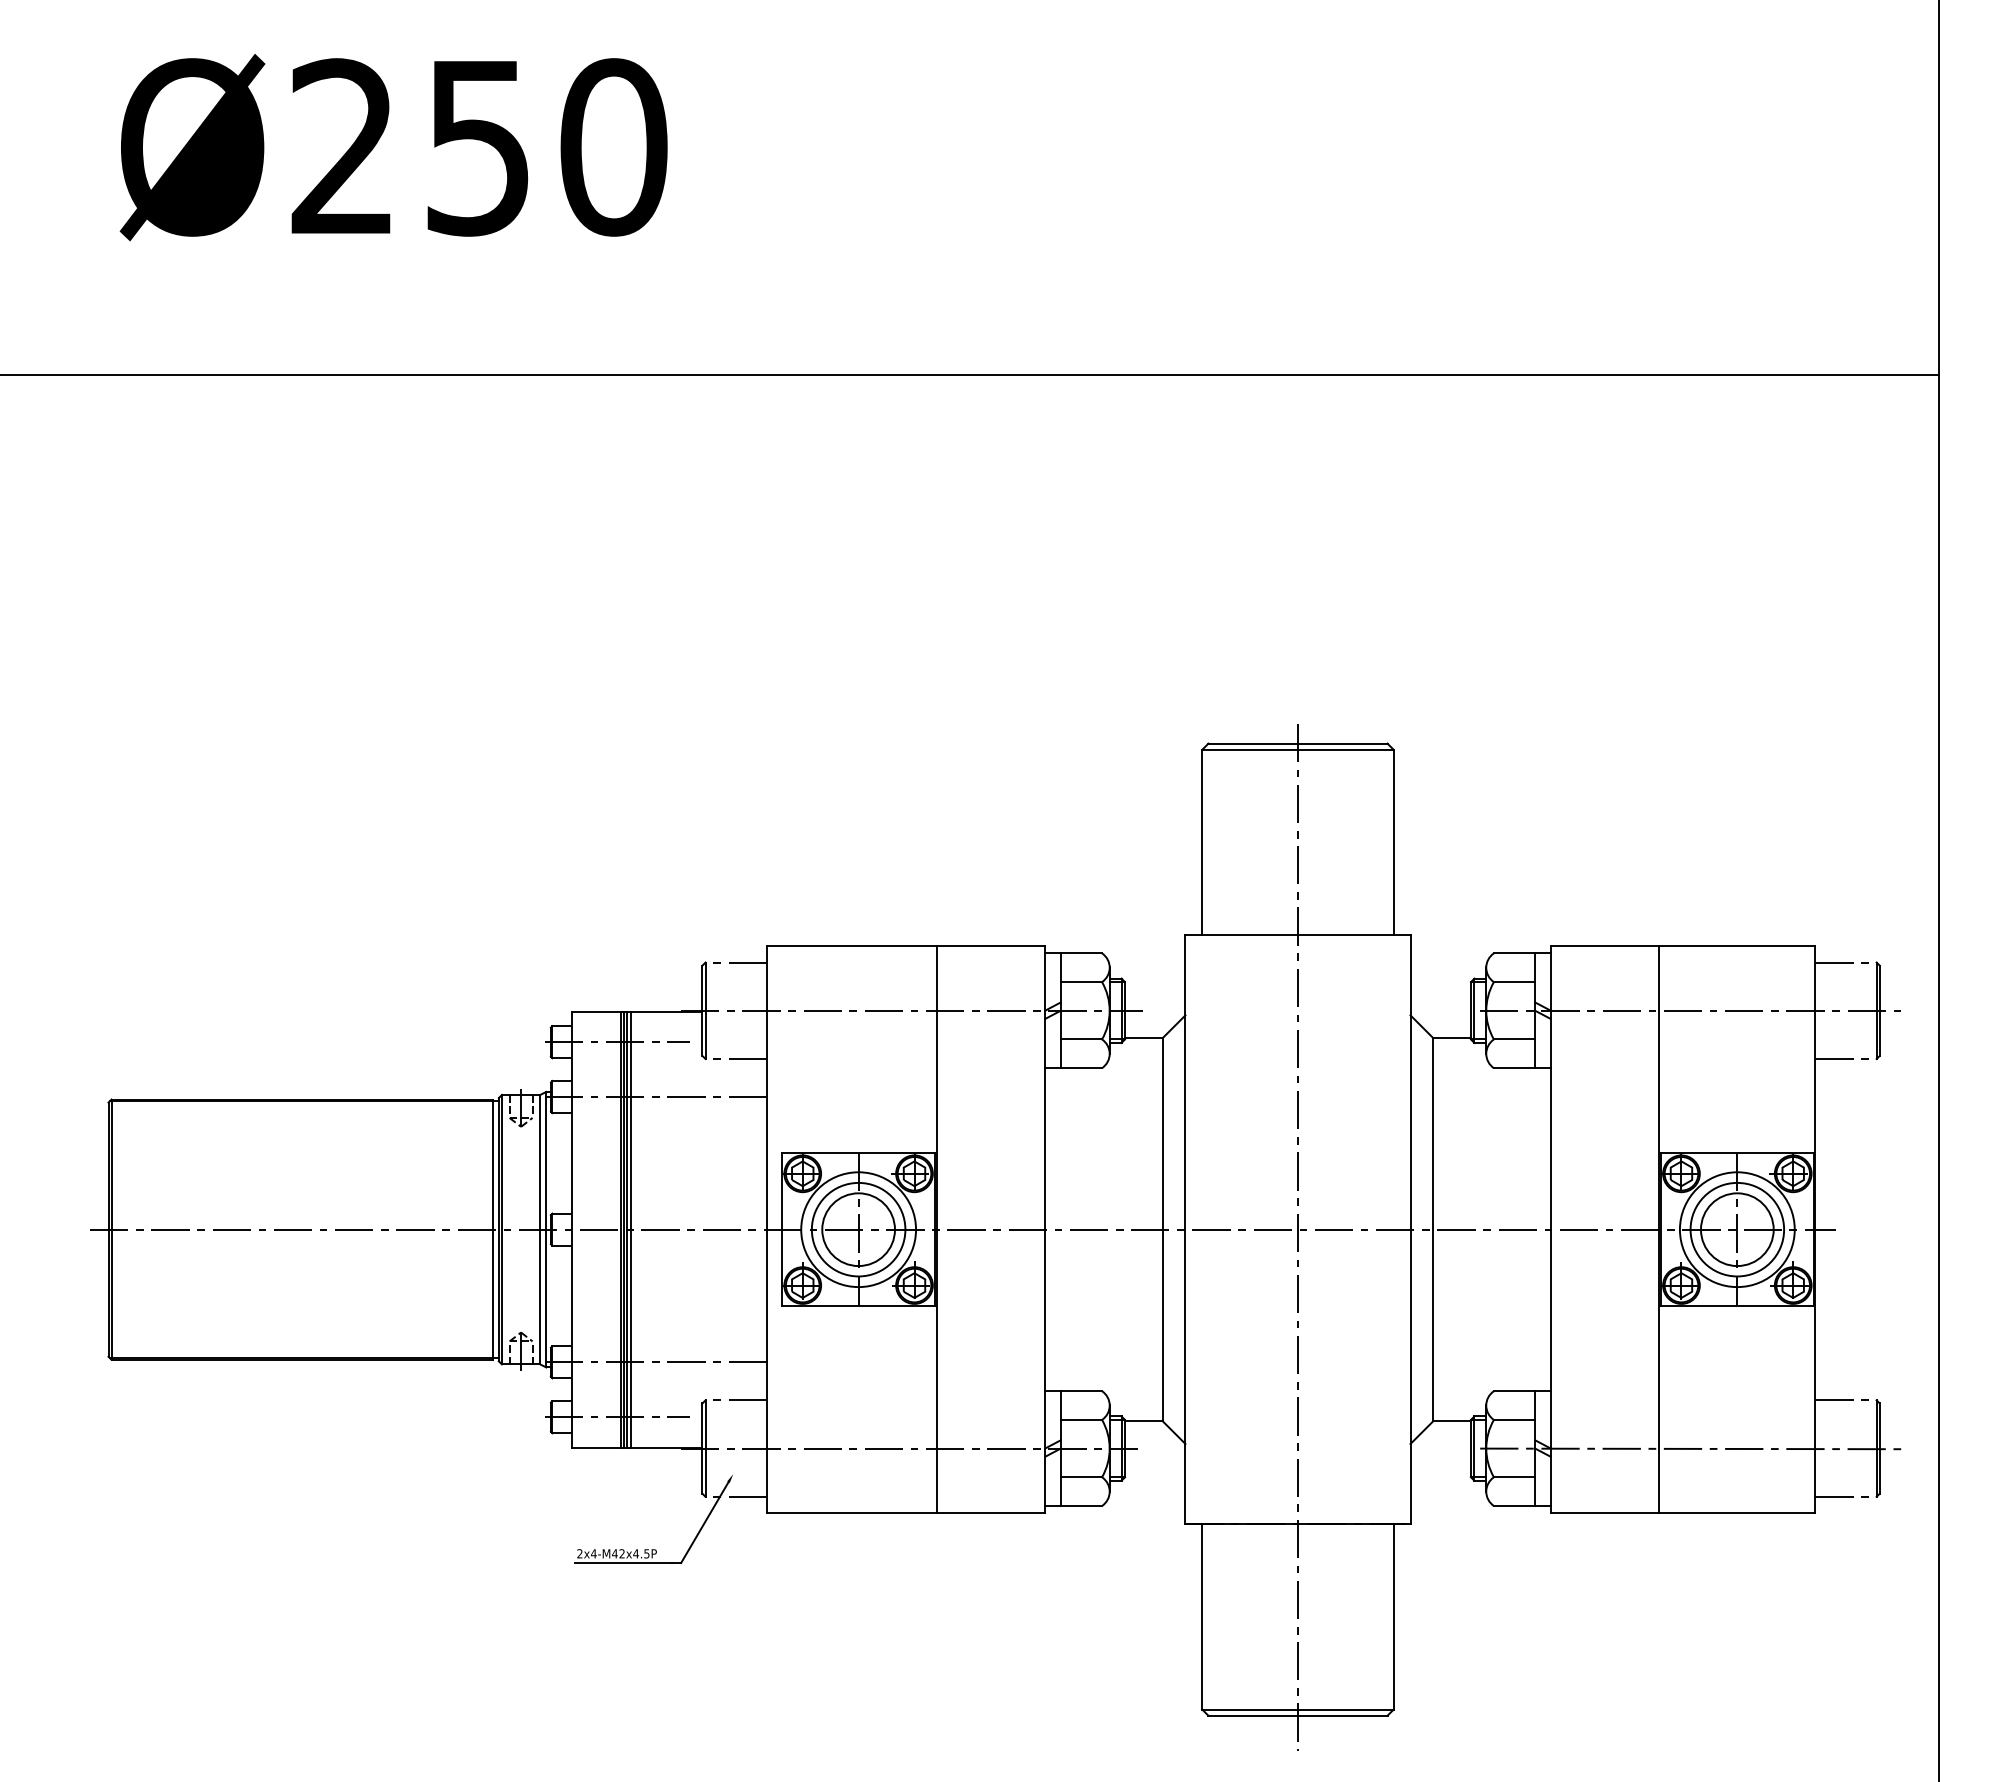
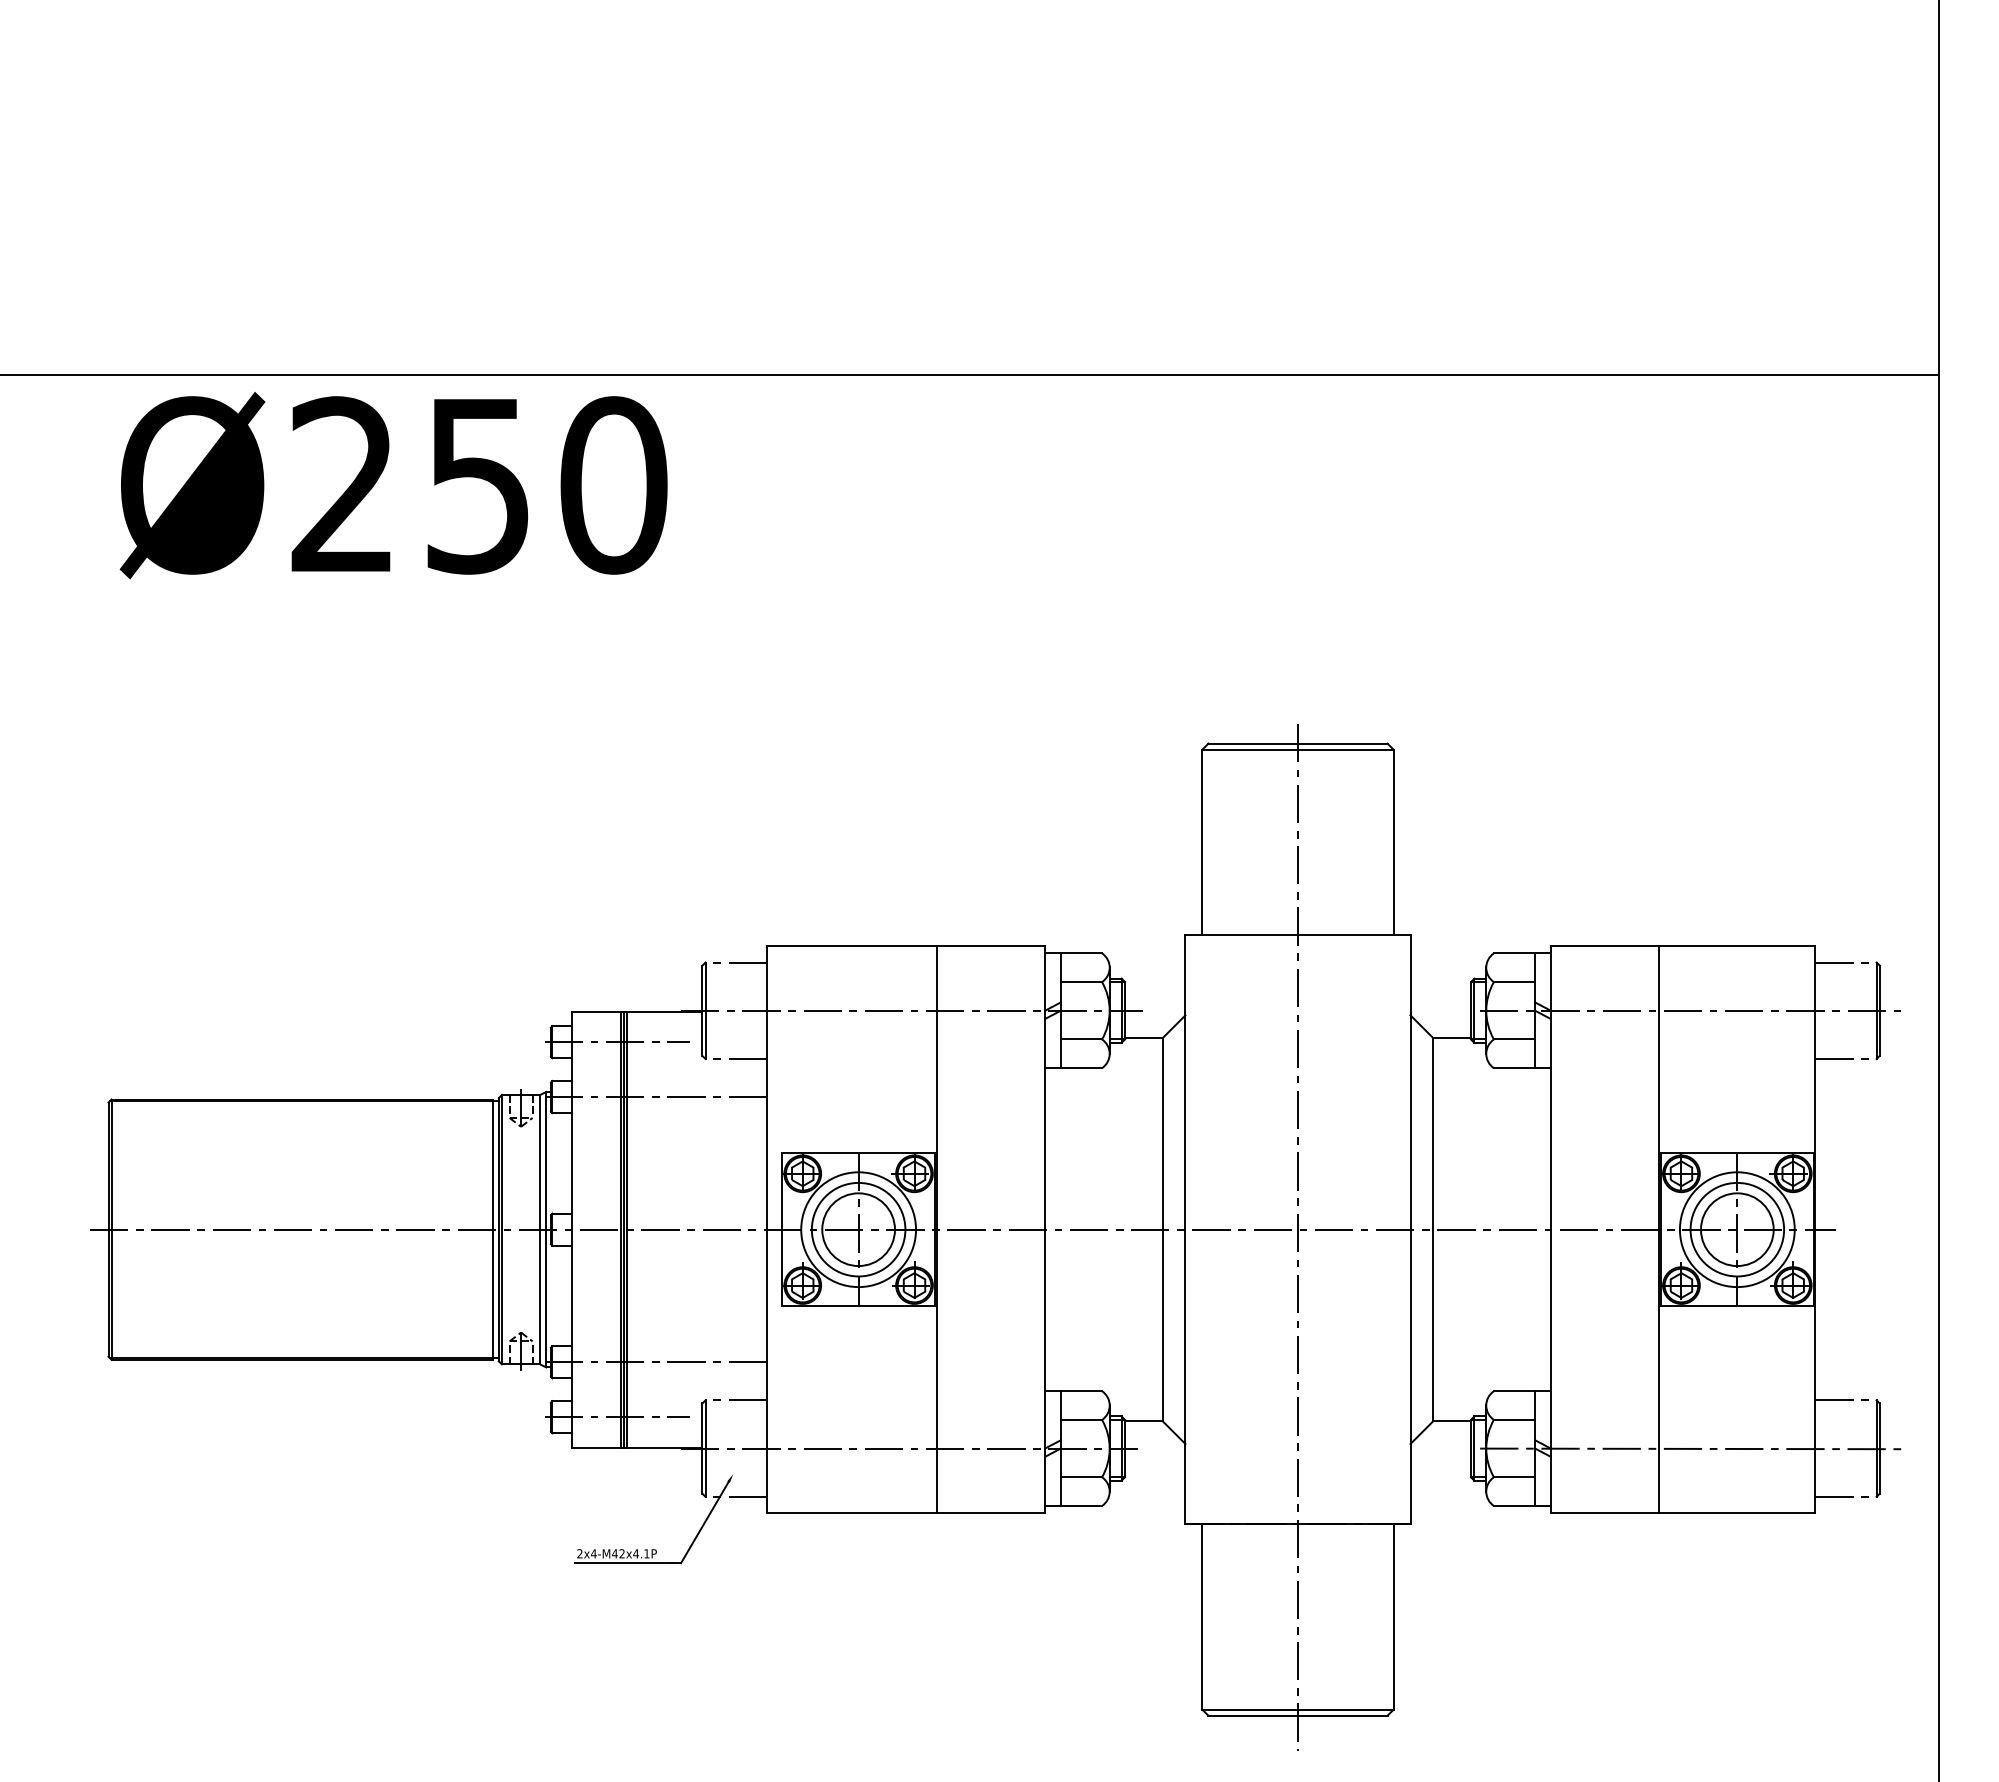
text at (393, 147) position: (393, 147) -> (393, 485)
line at (630, 1229): present -> none
text at (646, 1553): 2x4-M42x4.5P -> 2x4-M42x4.1P
